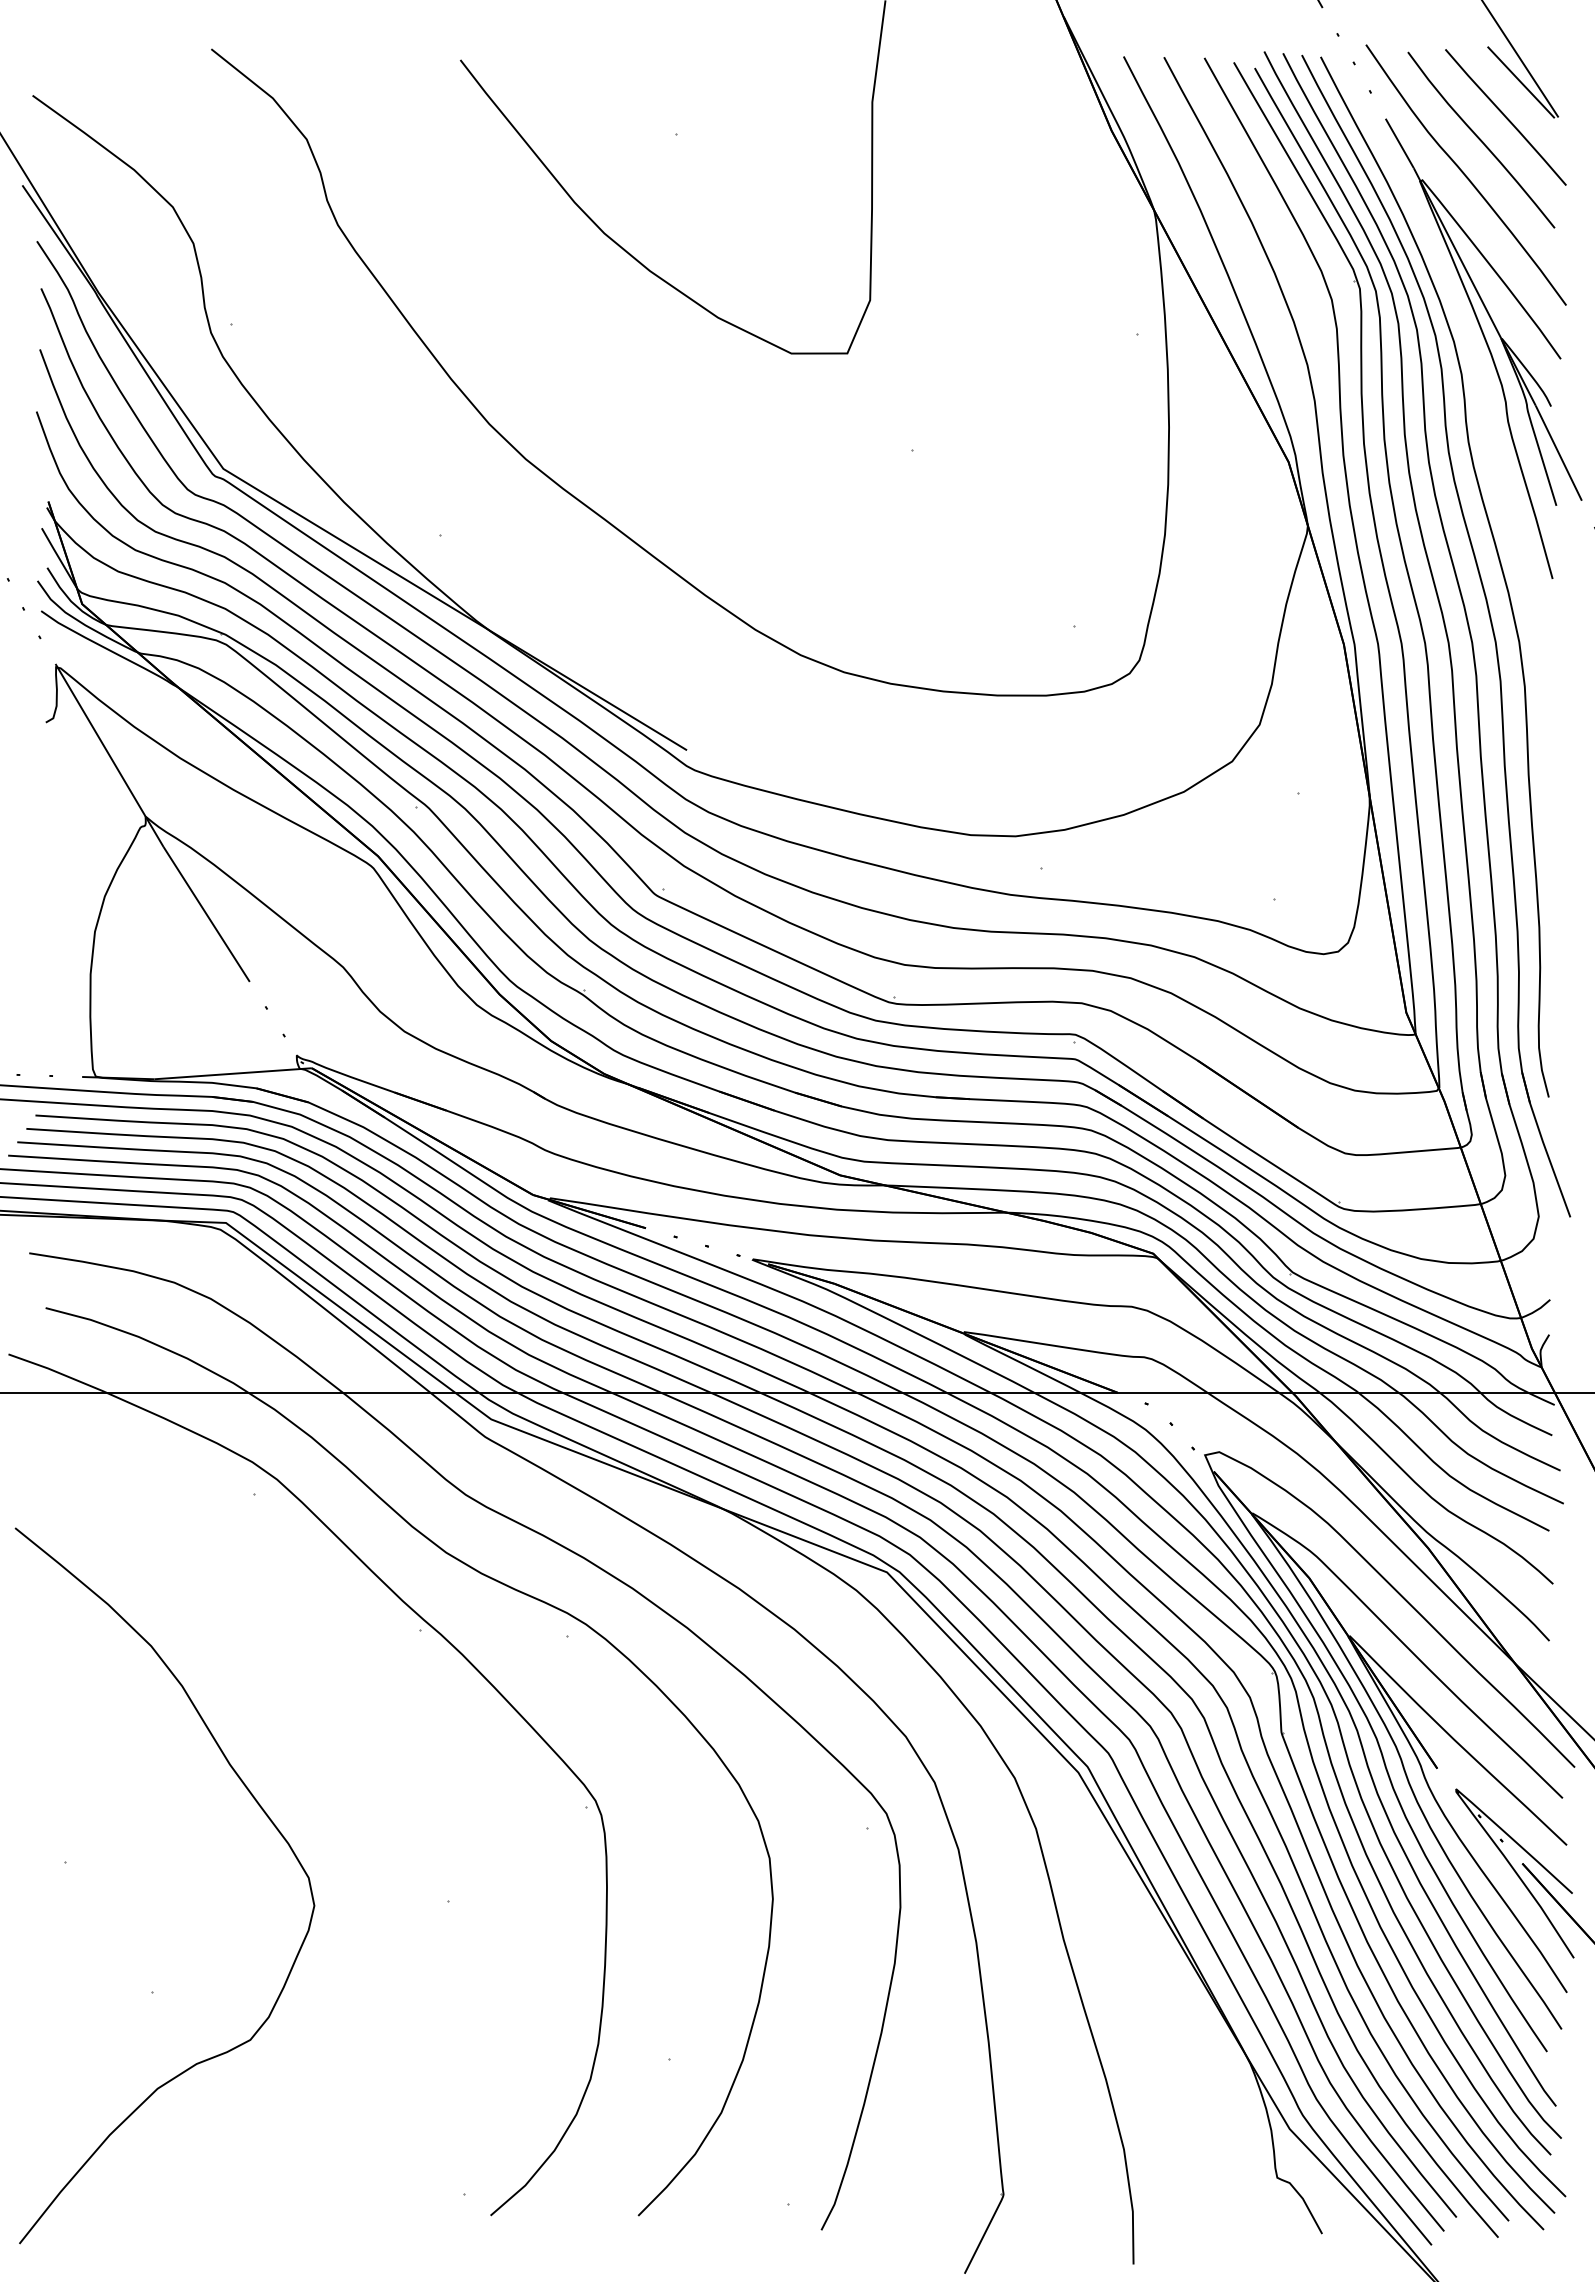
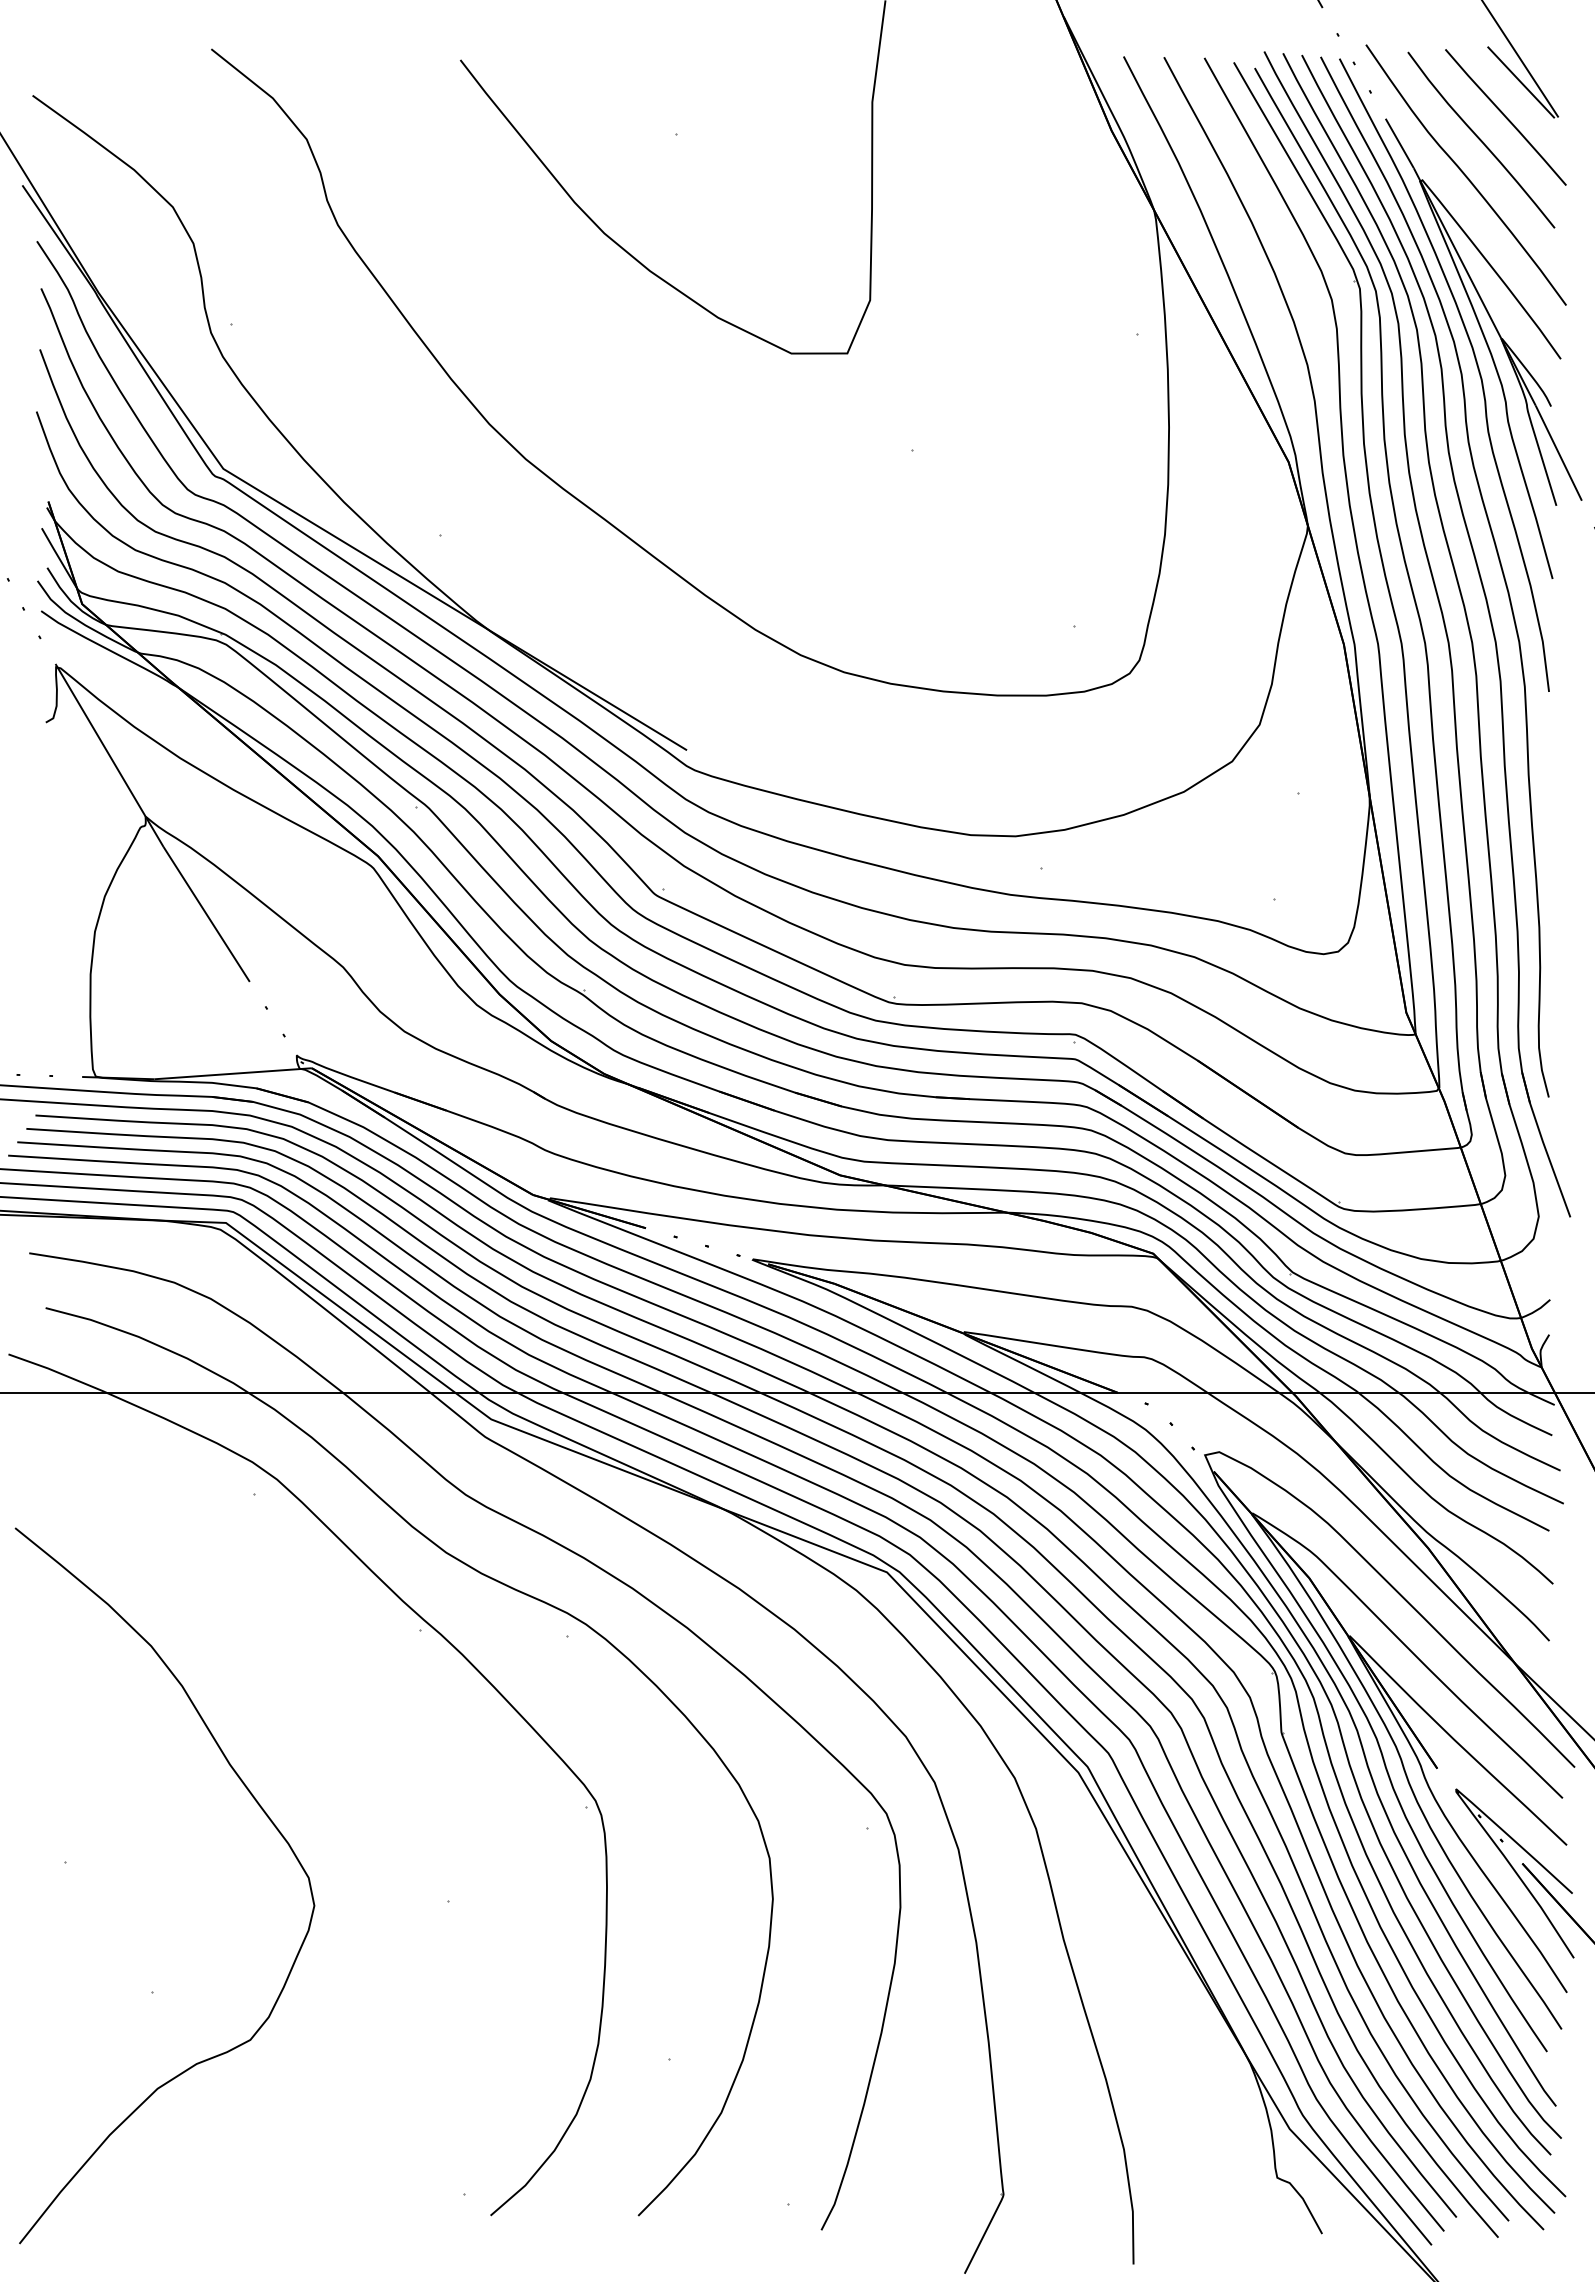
curve at (1475, 362): none -> present
